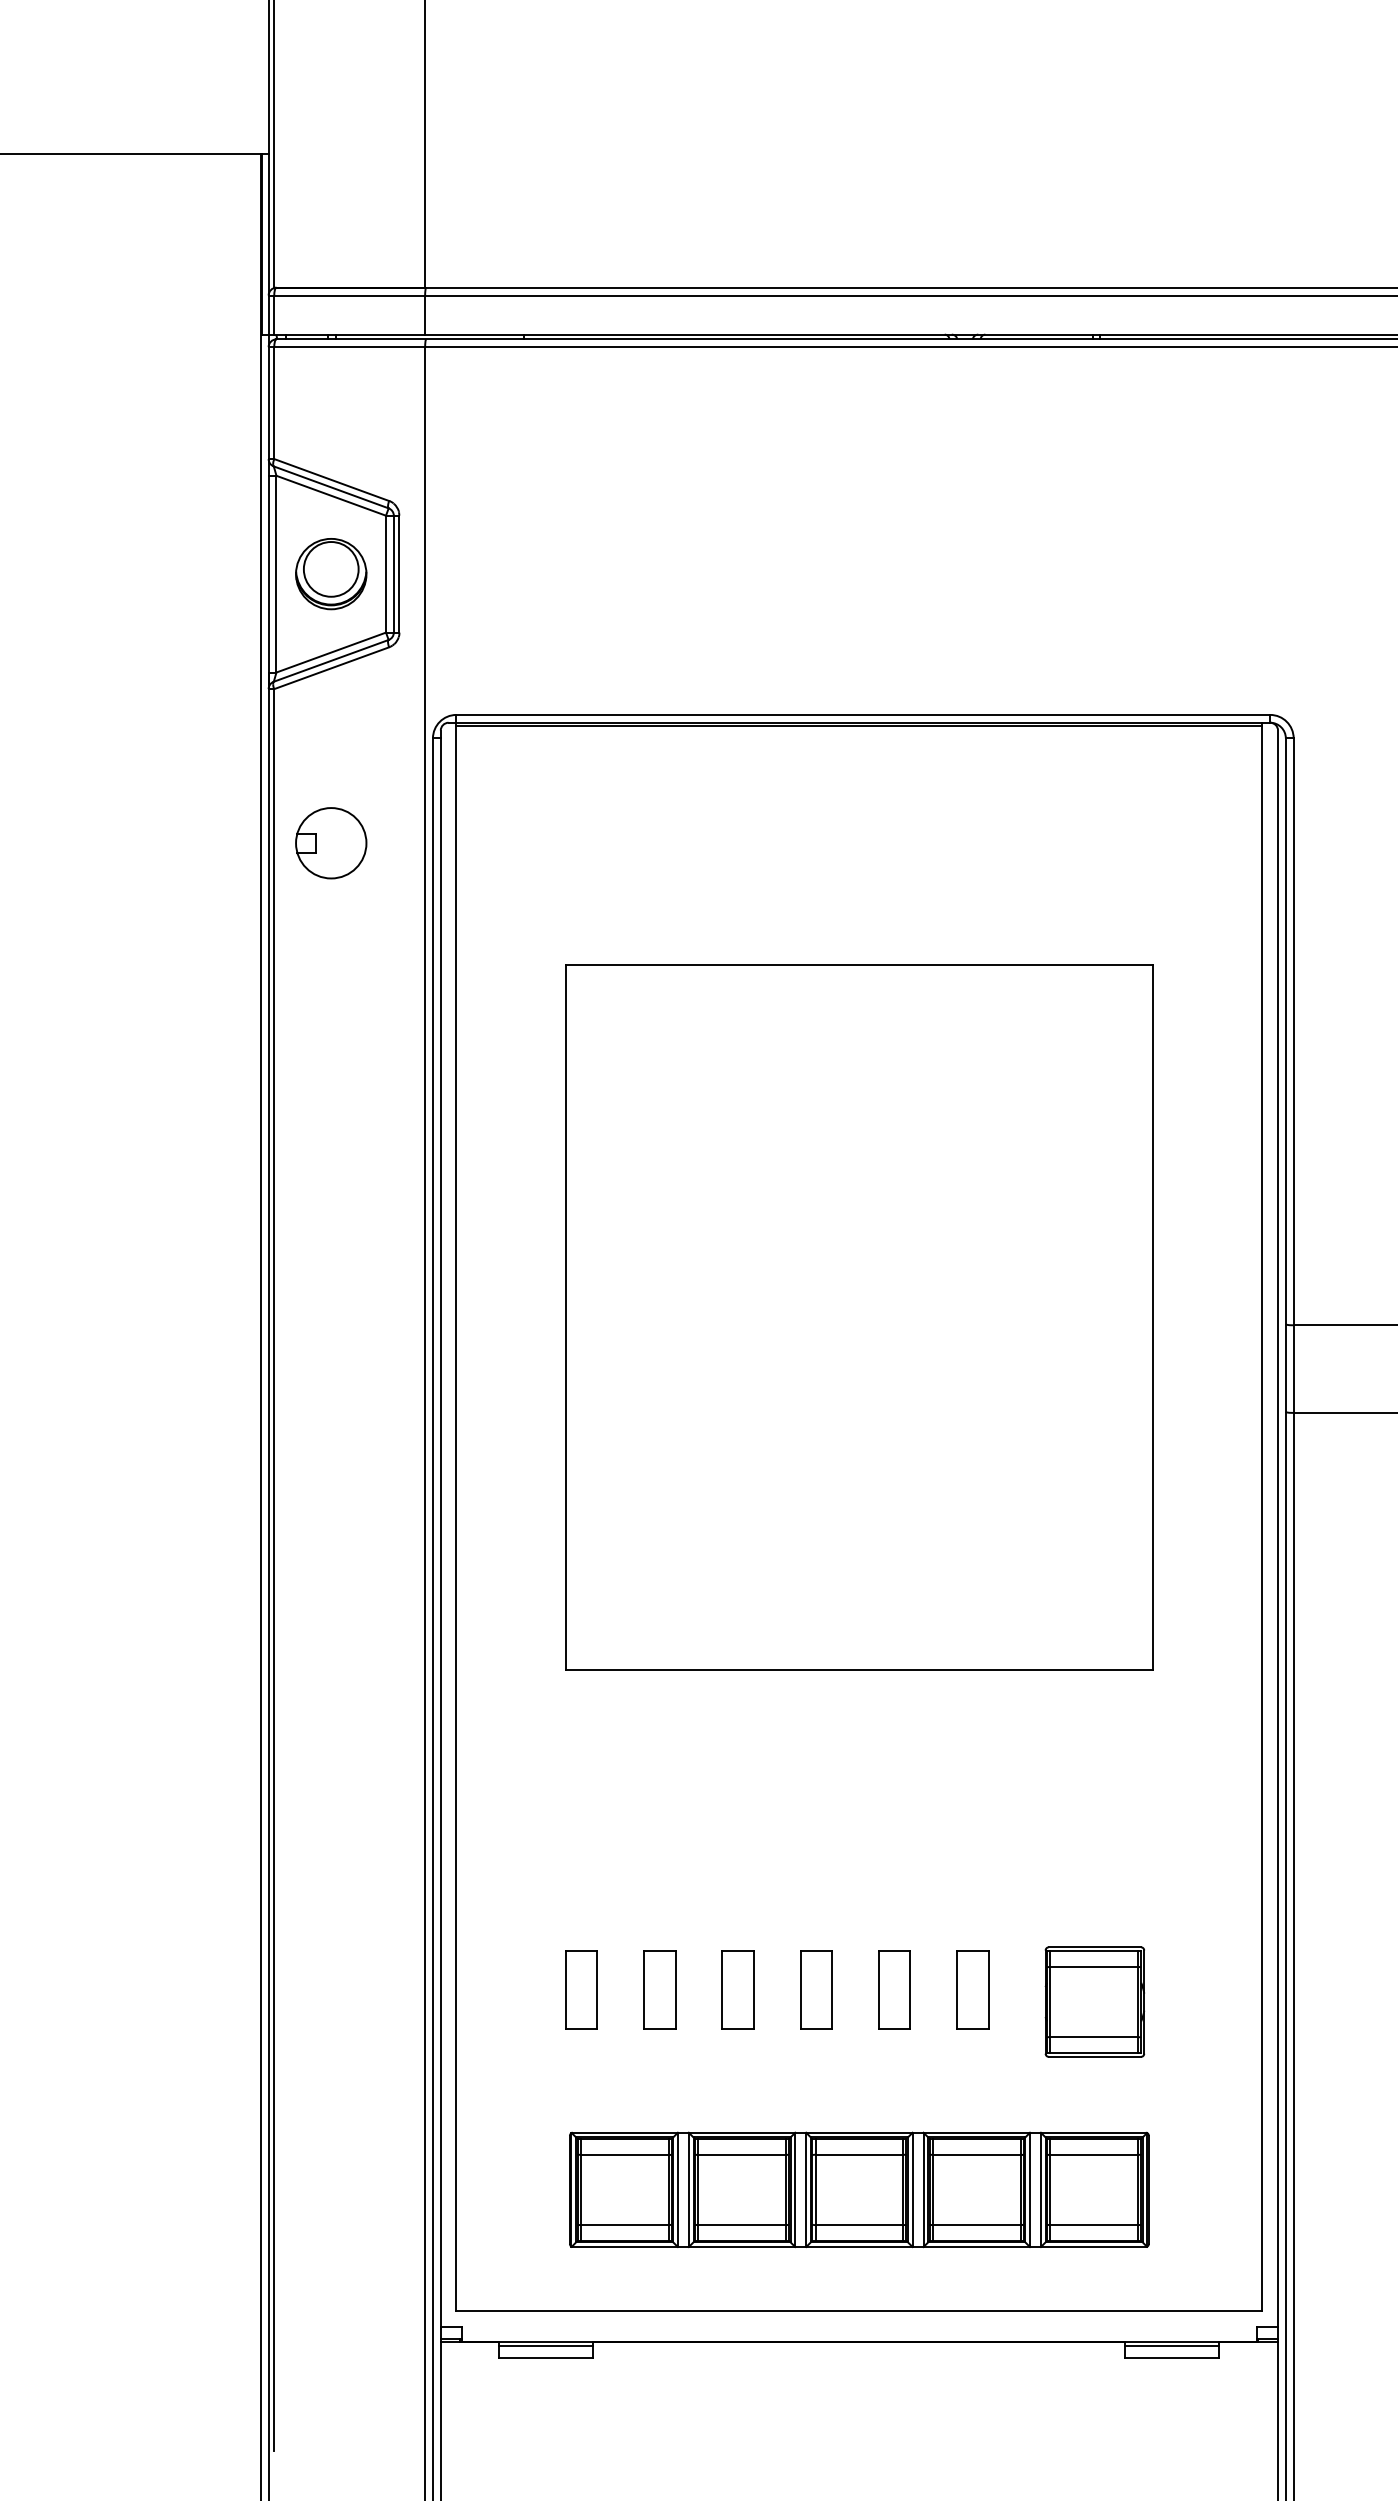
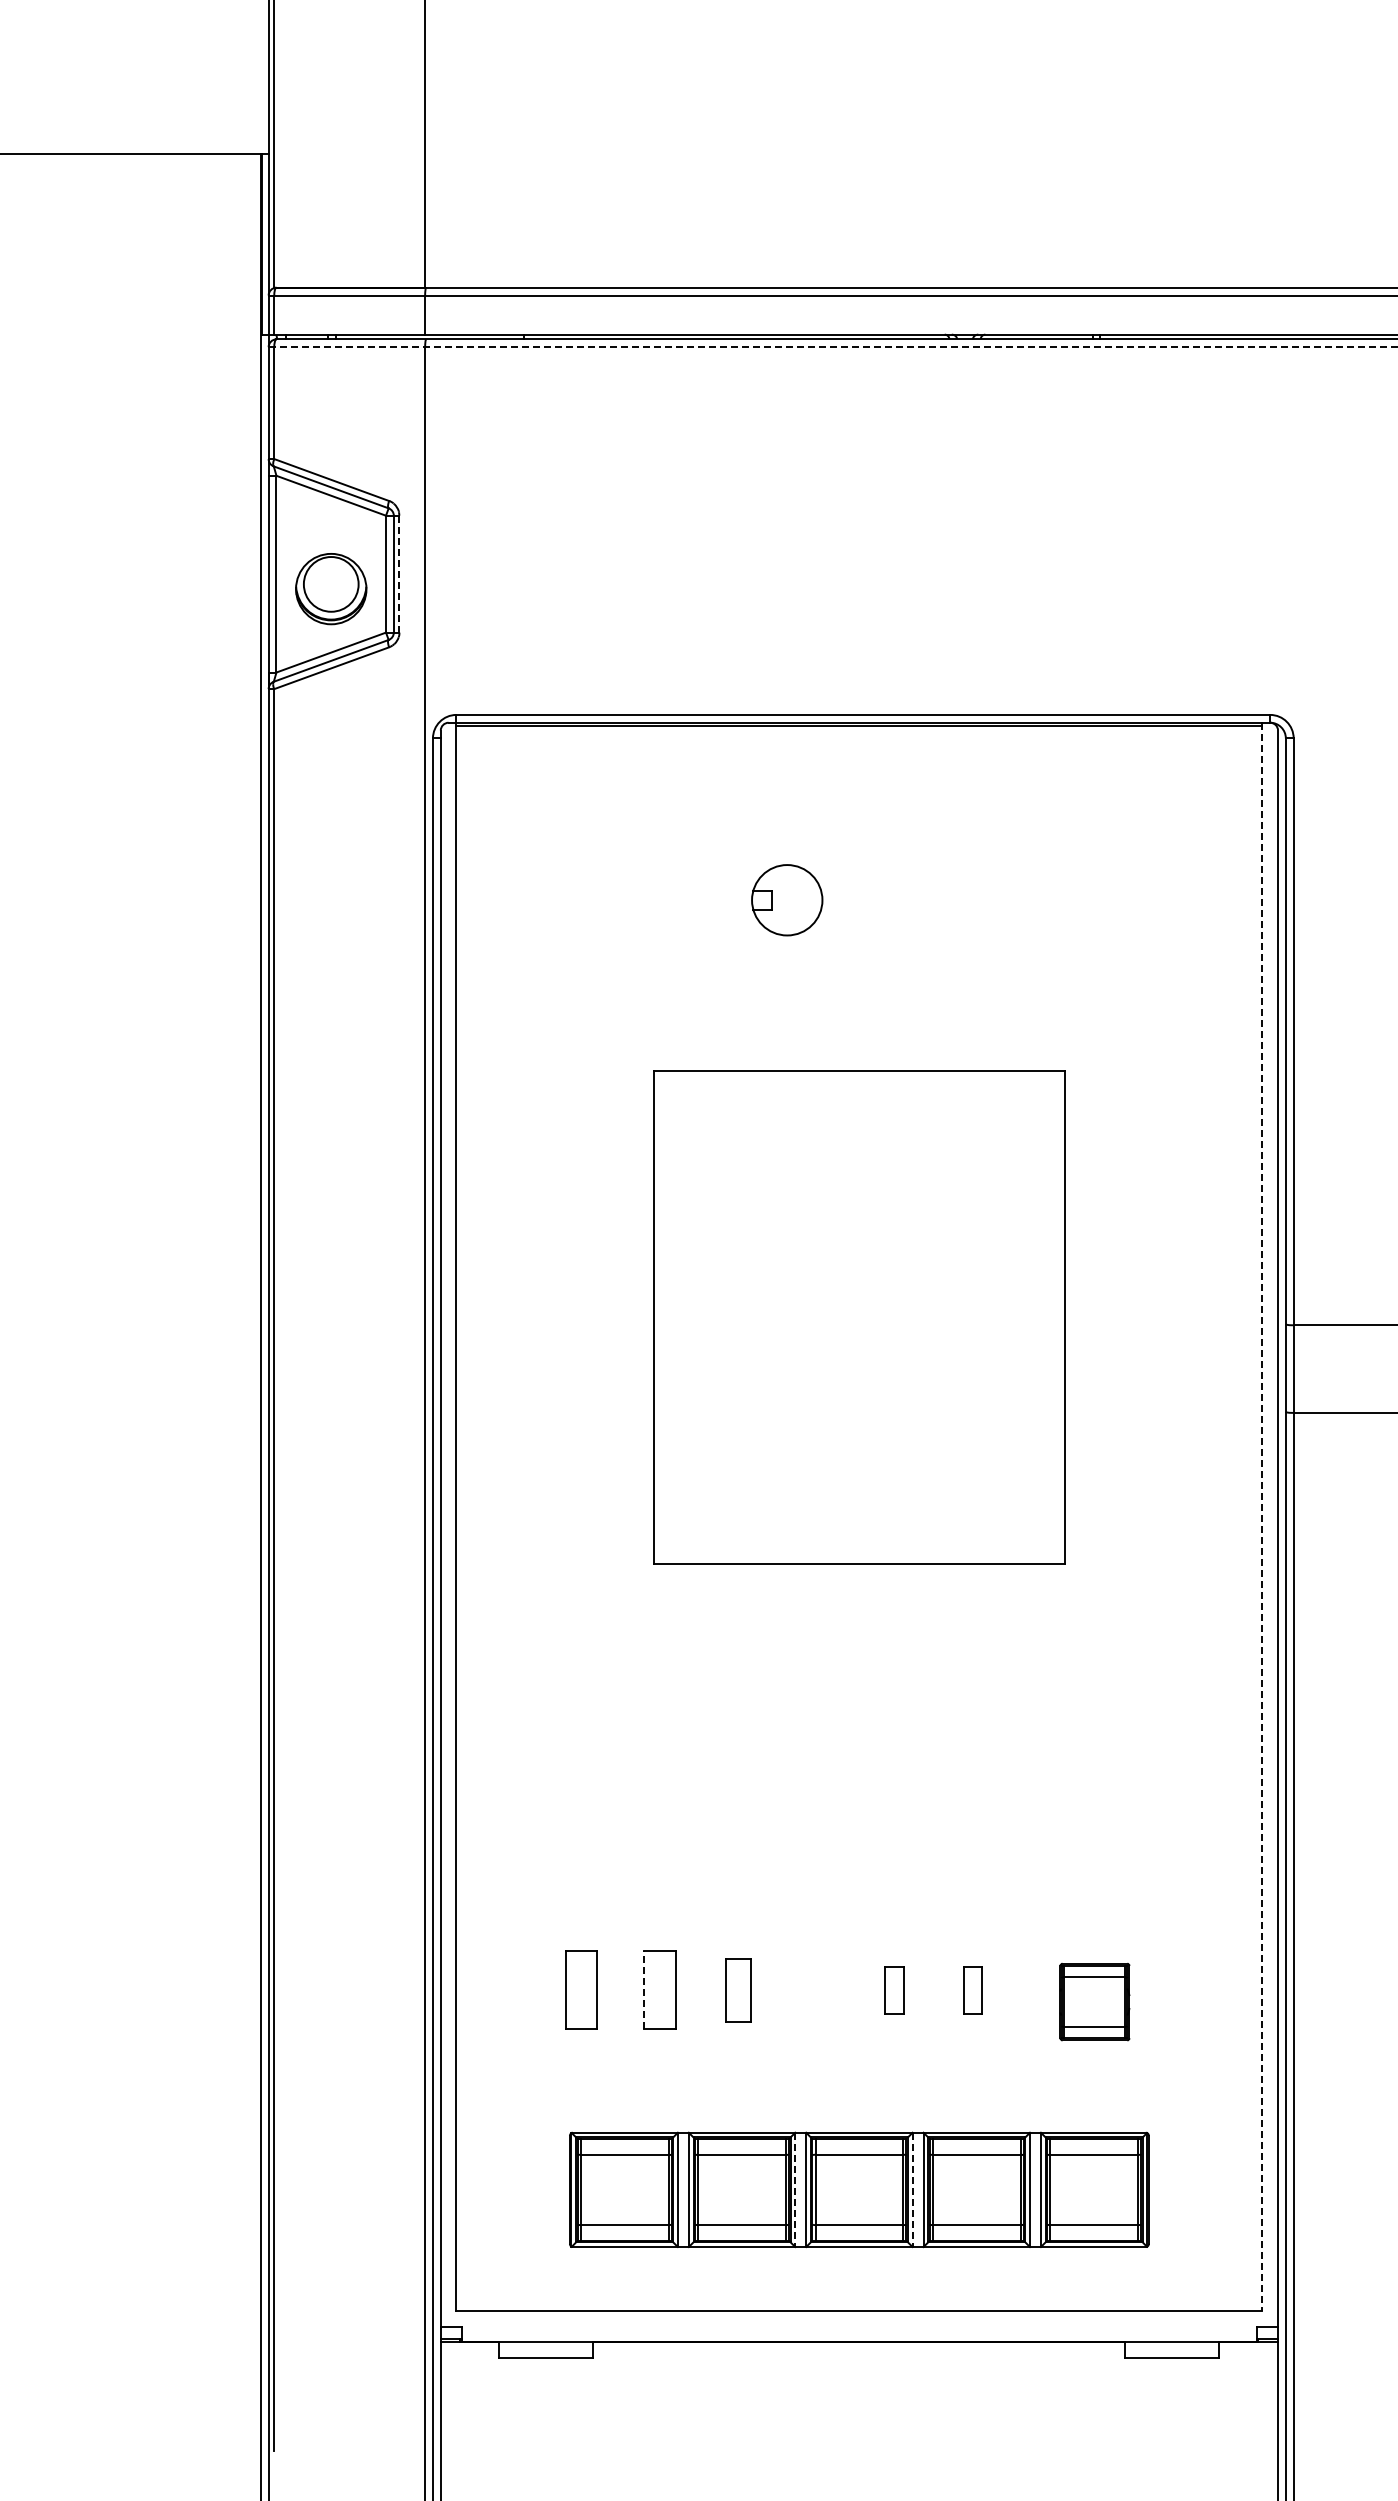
line at (833, 347): solid -> dashed
part at (331, 574) position: (331, 574) -> (331, 589)
line at (399, 574): solid -> dashed
part at (331, 843) position: (331, 843) -> (787, 900)
part at (859, 1317) size: 589x707 px -> 413x495 px
line at (1262, 1517): solid -> dashed
line at (644, 1989): solid -> dashed
part at (737, 1989) size: 34x80 px -> 27x65 px
part at (816, 1989): present -> none
part at (894, 1989) size: 33x80 px -> 21x49 px
part at (972, 1989) size: 34x80 px -> 20x49 px
part at (1094, 2001) size: 102x112 px -> 72x79 px
line at (795, 2190): solid -> dashed
line at (912, 2190): solid -> dashed
line at (546, 2345): present -> none
line at (1172, 2345): present -> none
